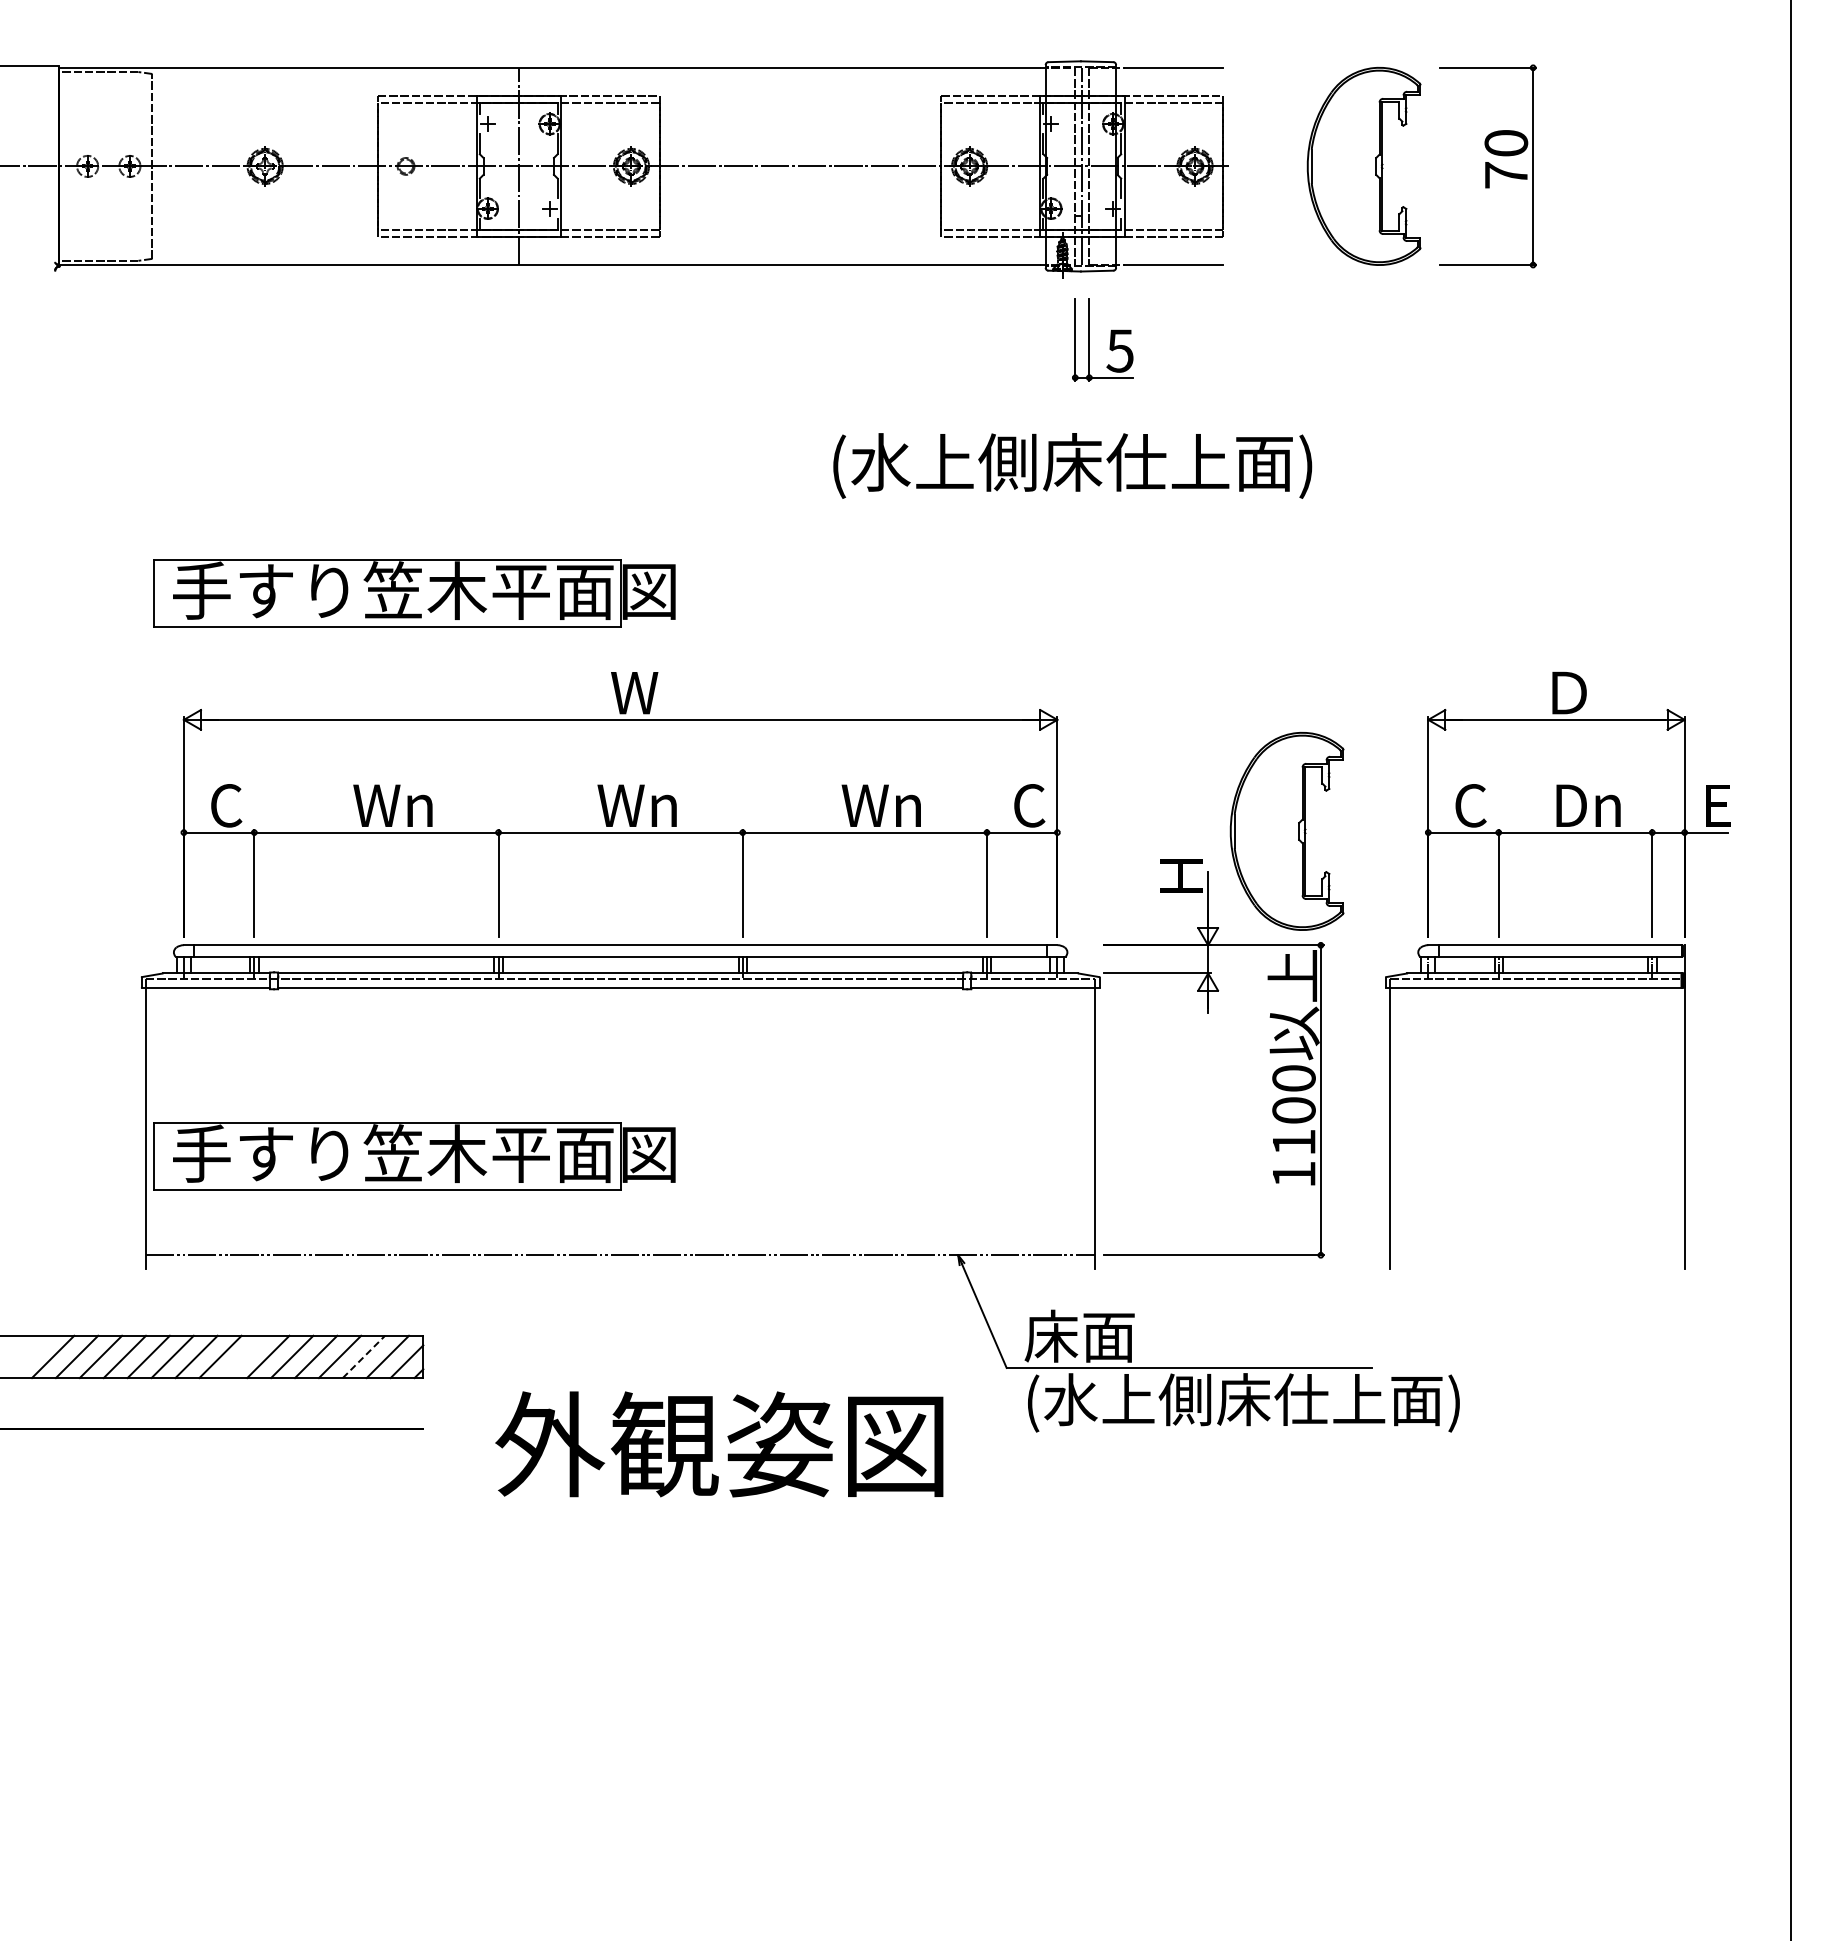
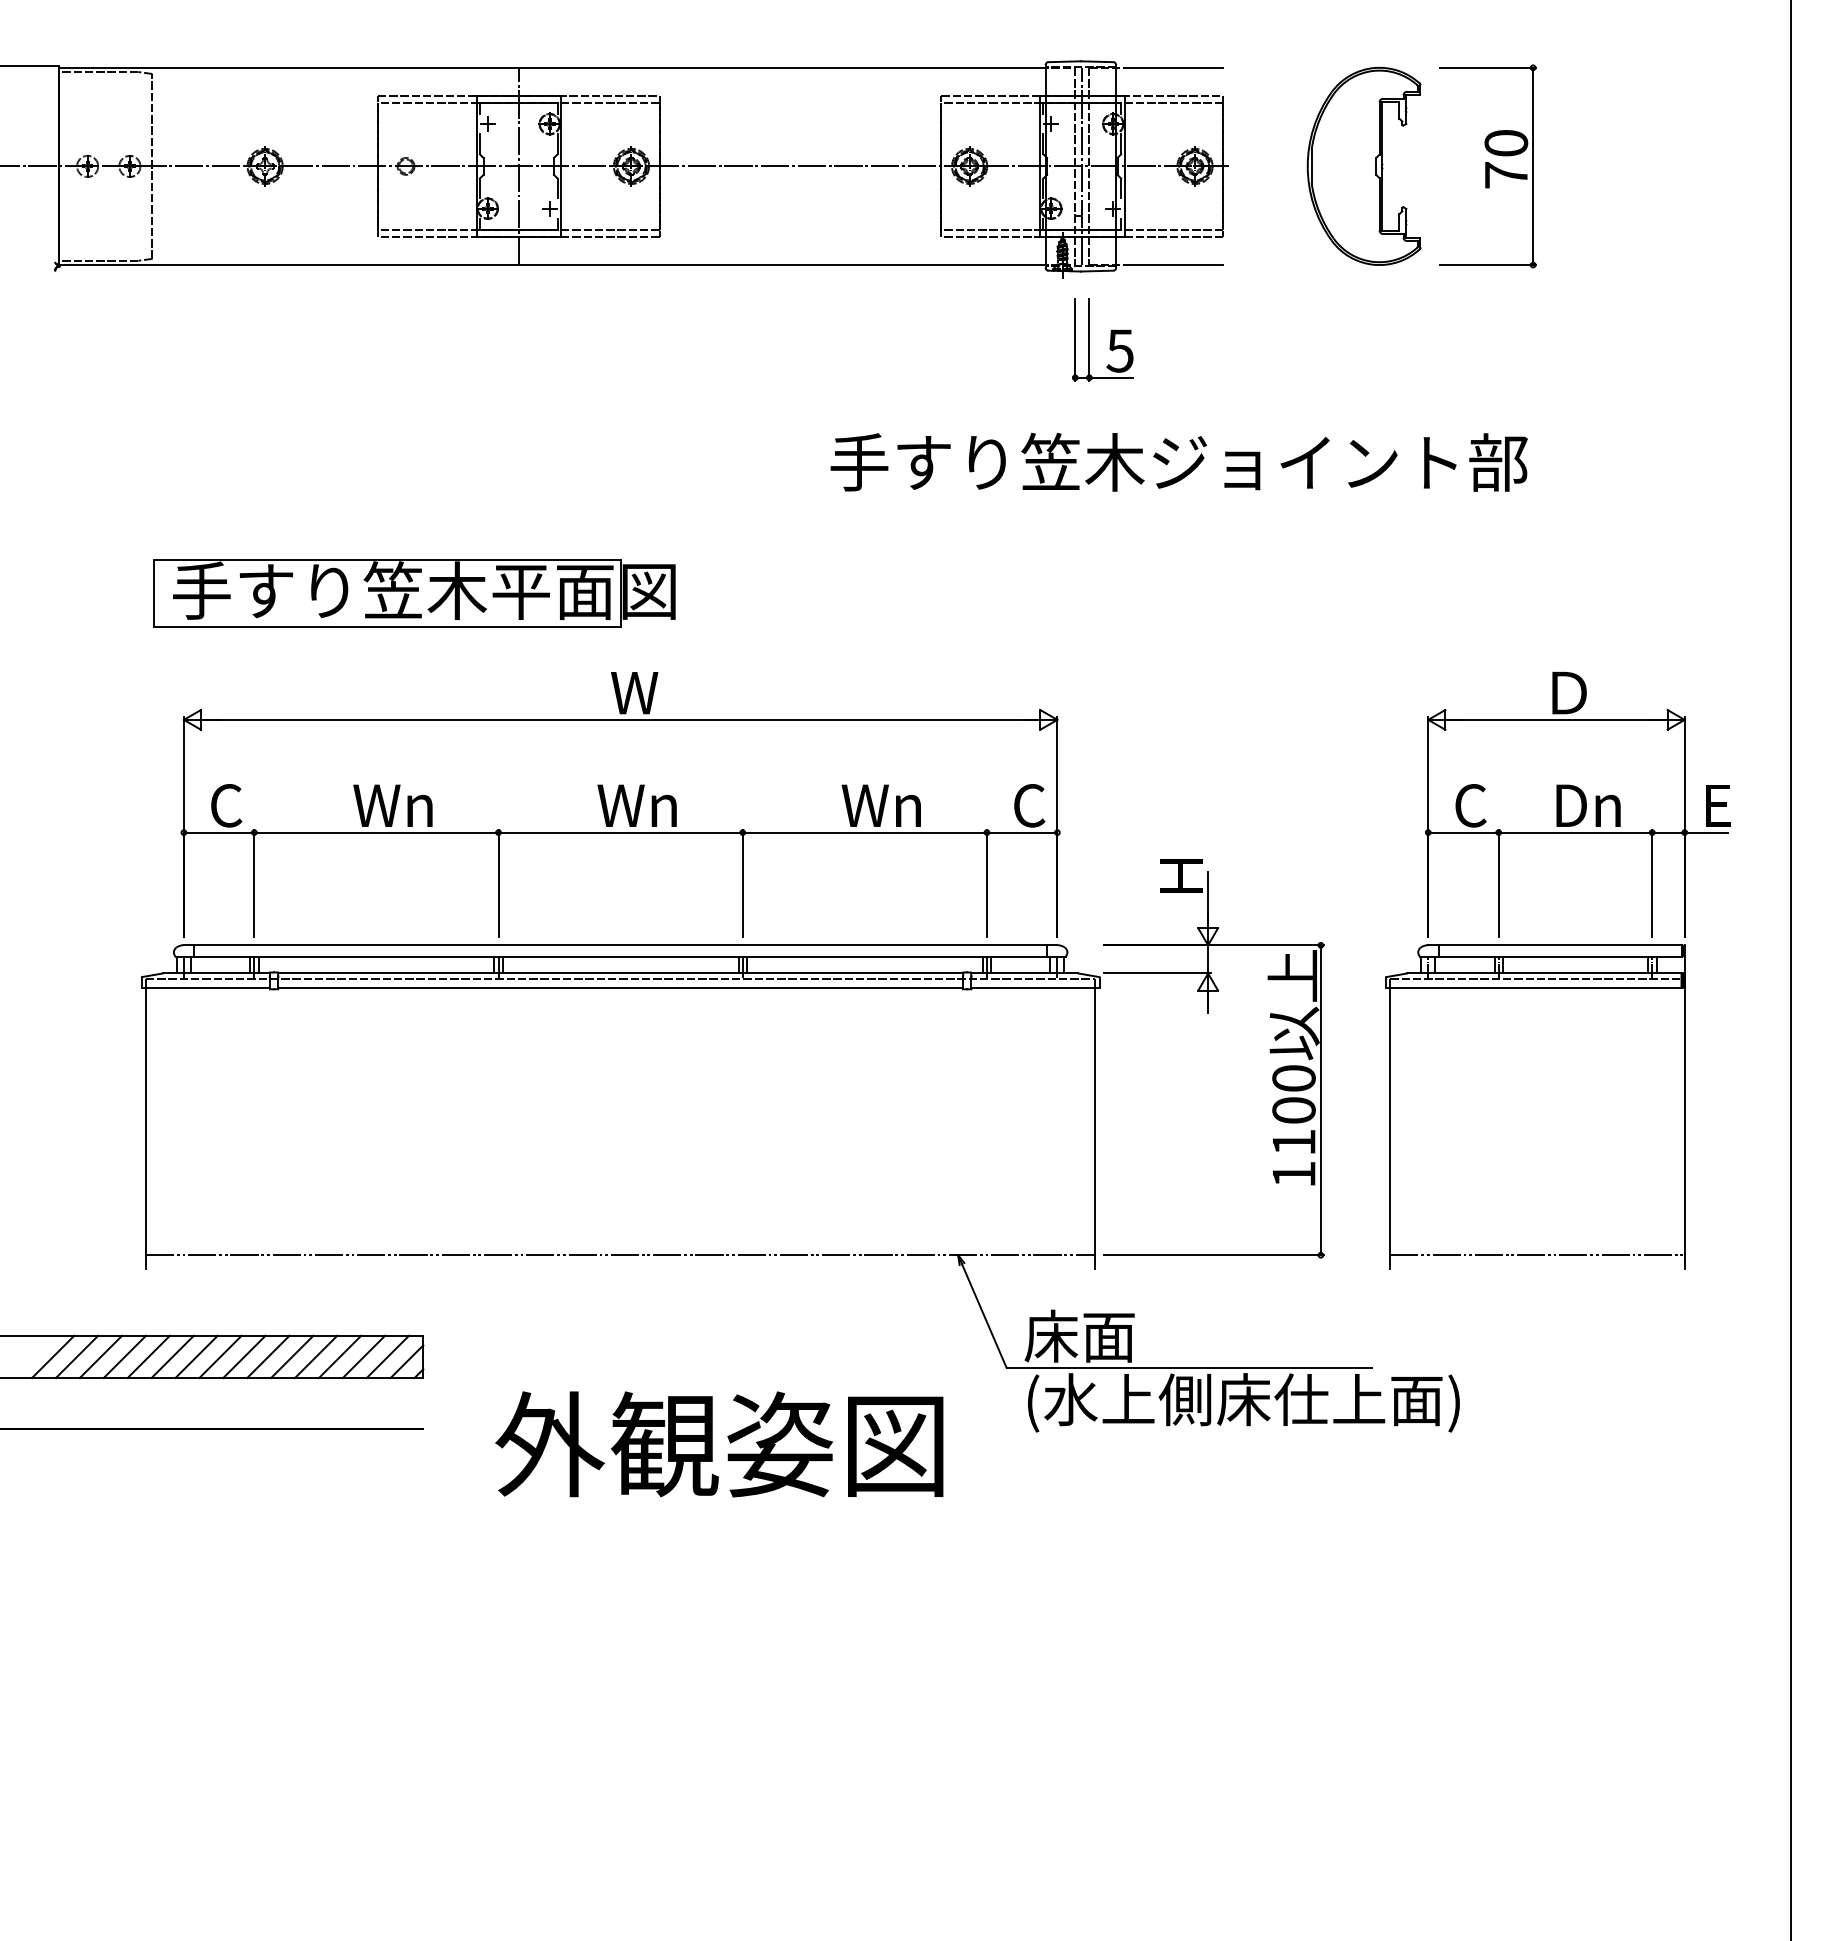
text at (1178, 465): (水上側床仕上面) -> 手すり笠木ジョイント部
part at (1286, 830): present -> none
part at (414, 1156): present -> none
line at (1537, 1255): none -> present
line at (244, 1356): none -> present
line at (363, 1356): dashed -> solid
